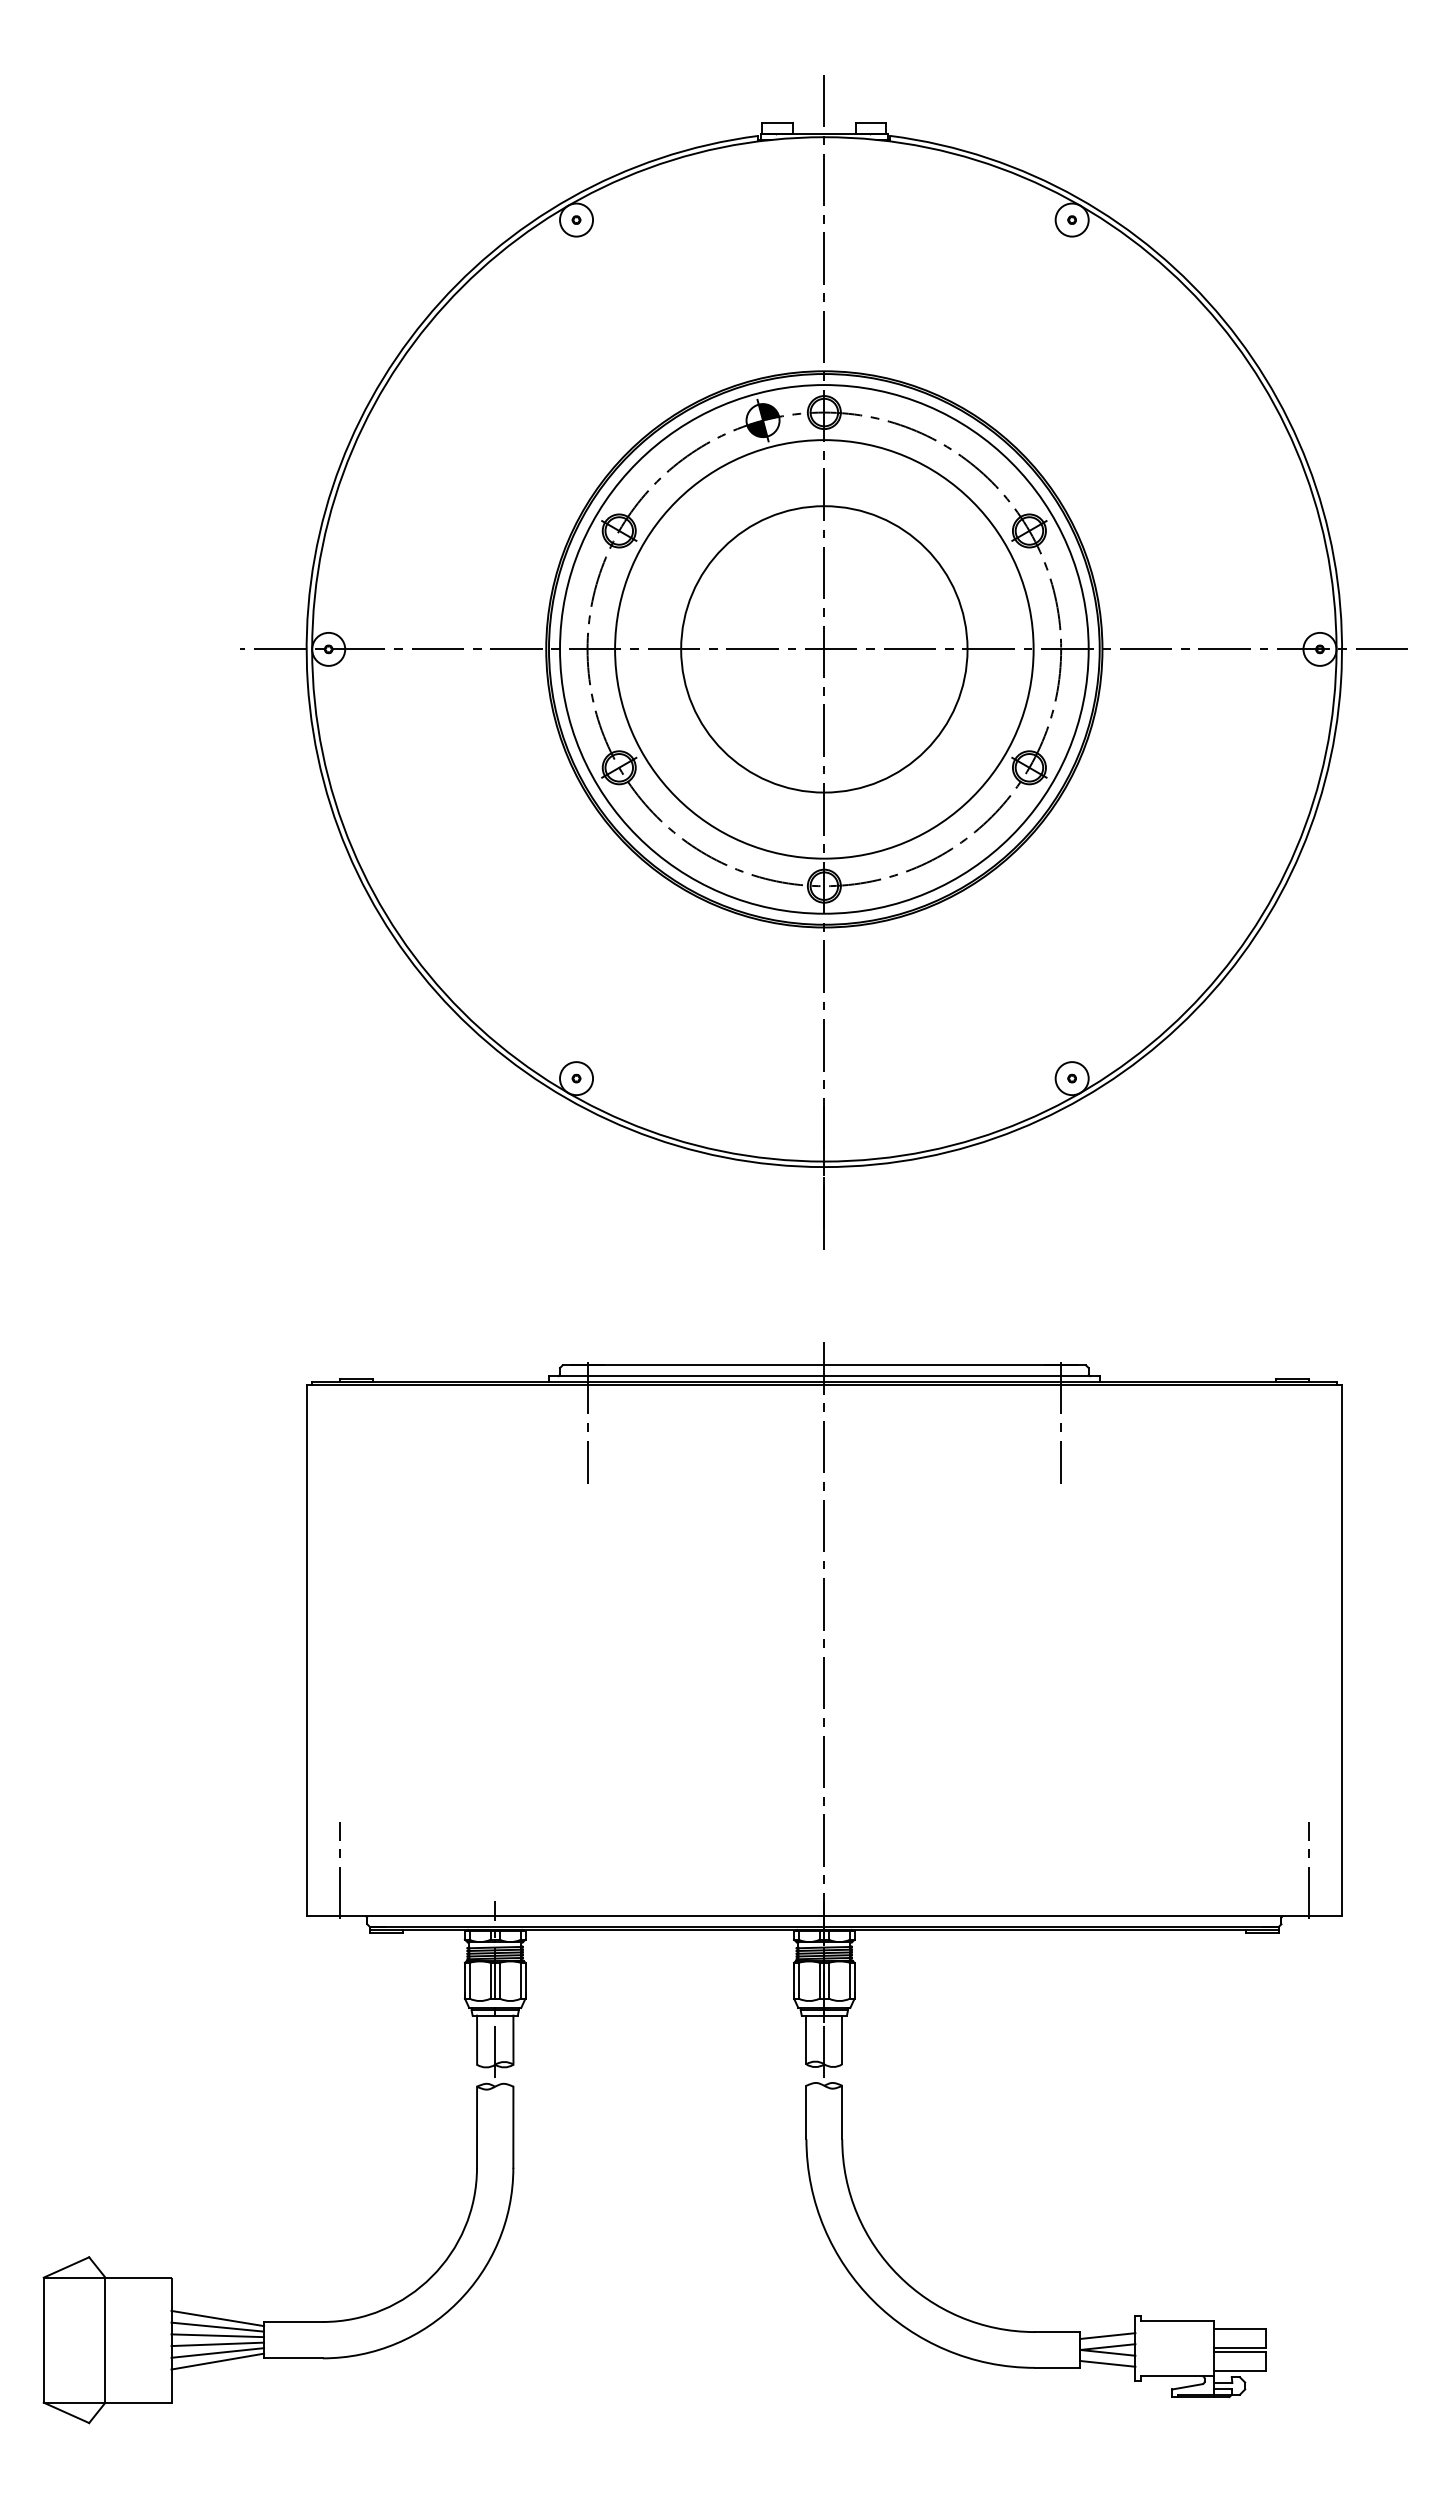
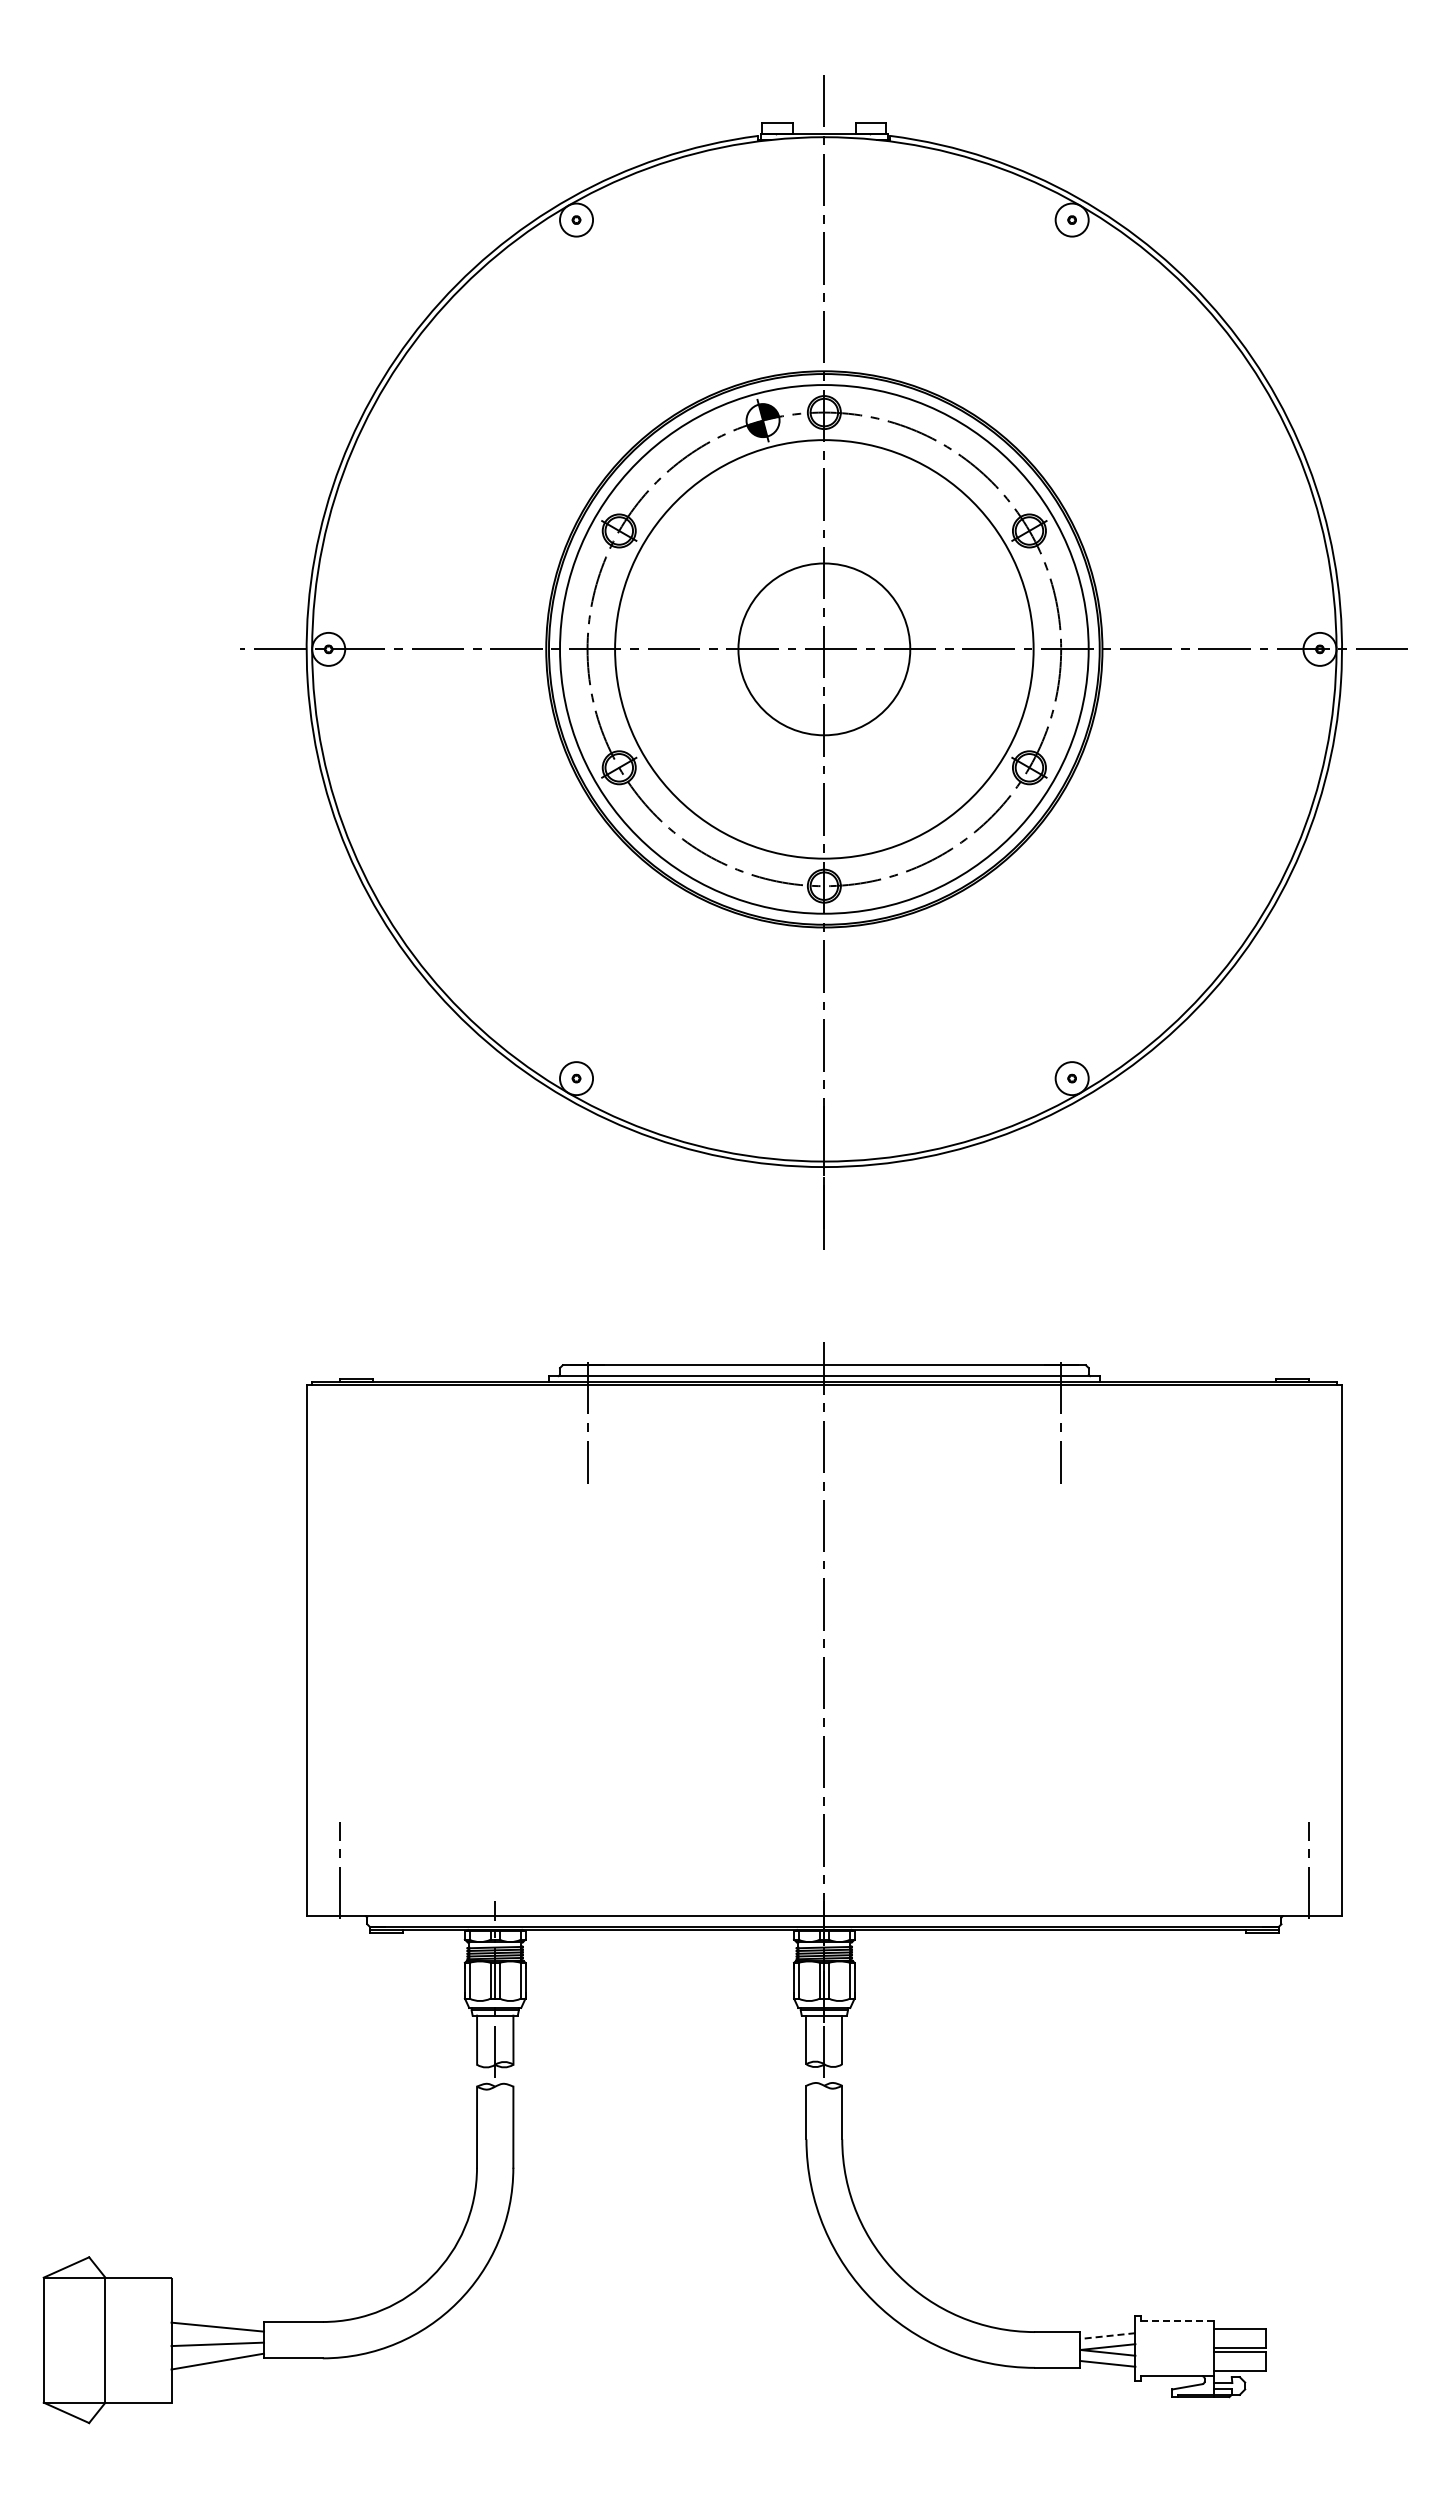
circle at (824, 649) diameter: 286 px -> 172 px
line at (217, 2318): present -> none
line at (1178, 2321): solid -> dashed
line at (217, 2335): present -> none
line at (1107, 2336): solid -> dashed
line at (217, 2352): present -> none
